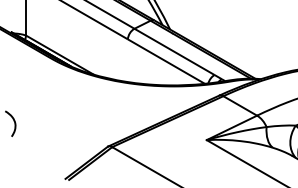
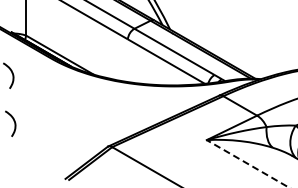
curve at (11, 73): none -> present
line at (247, 163): solid -> dashed
